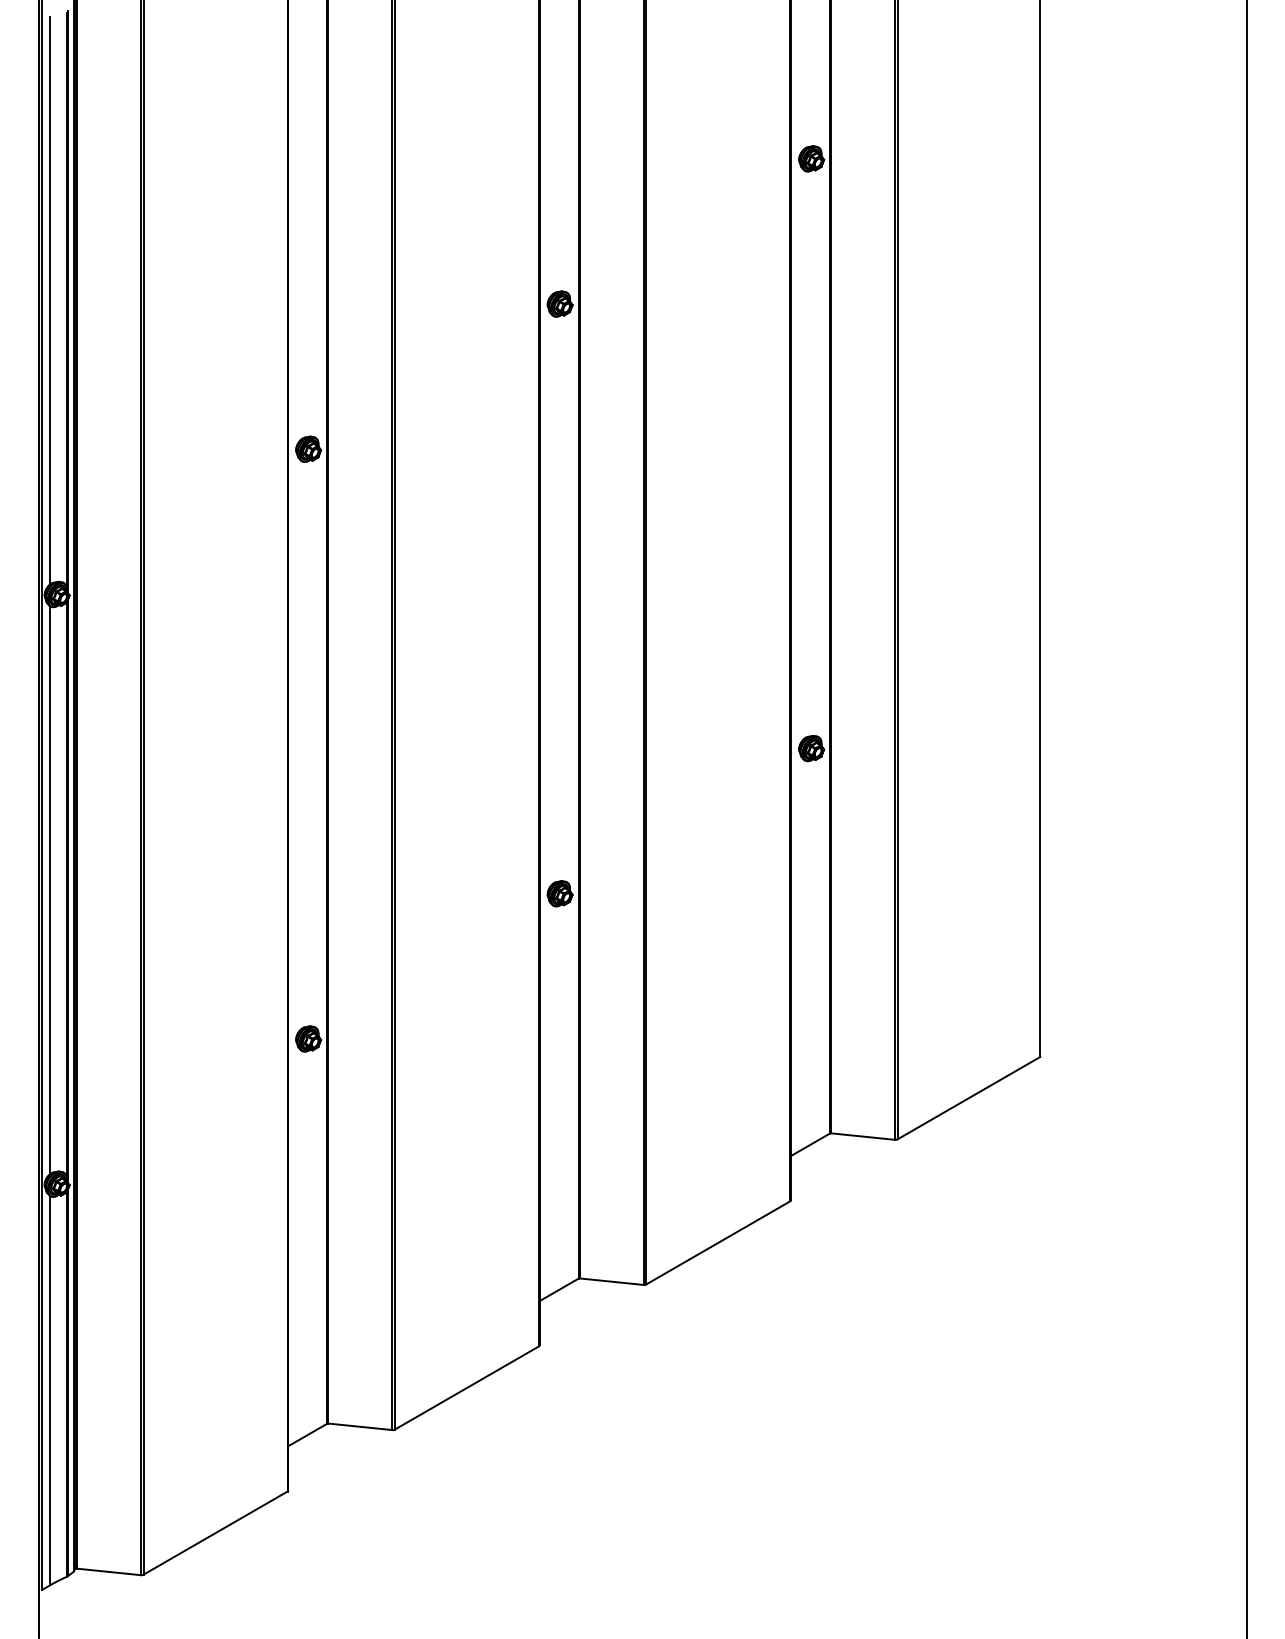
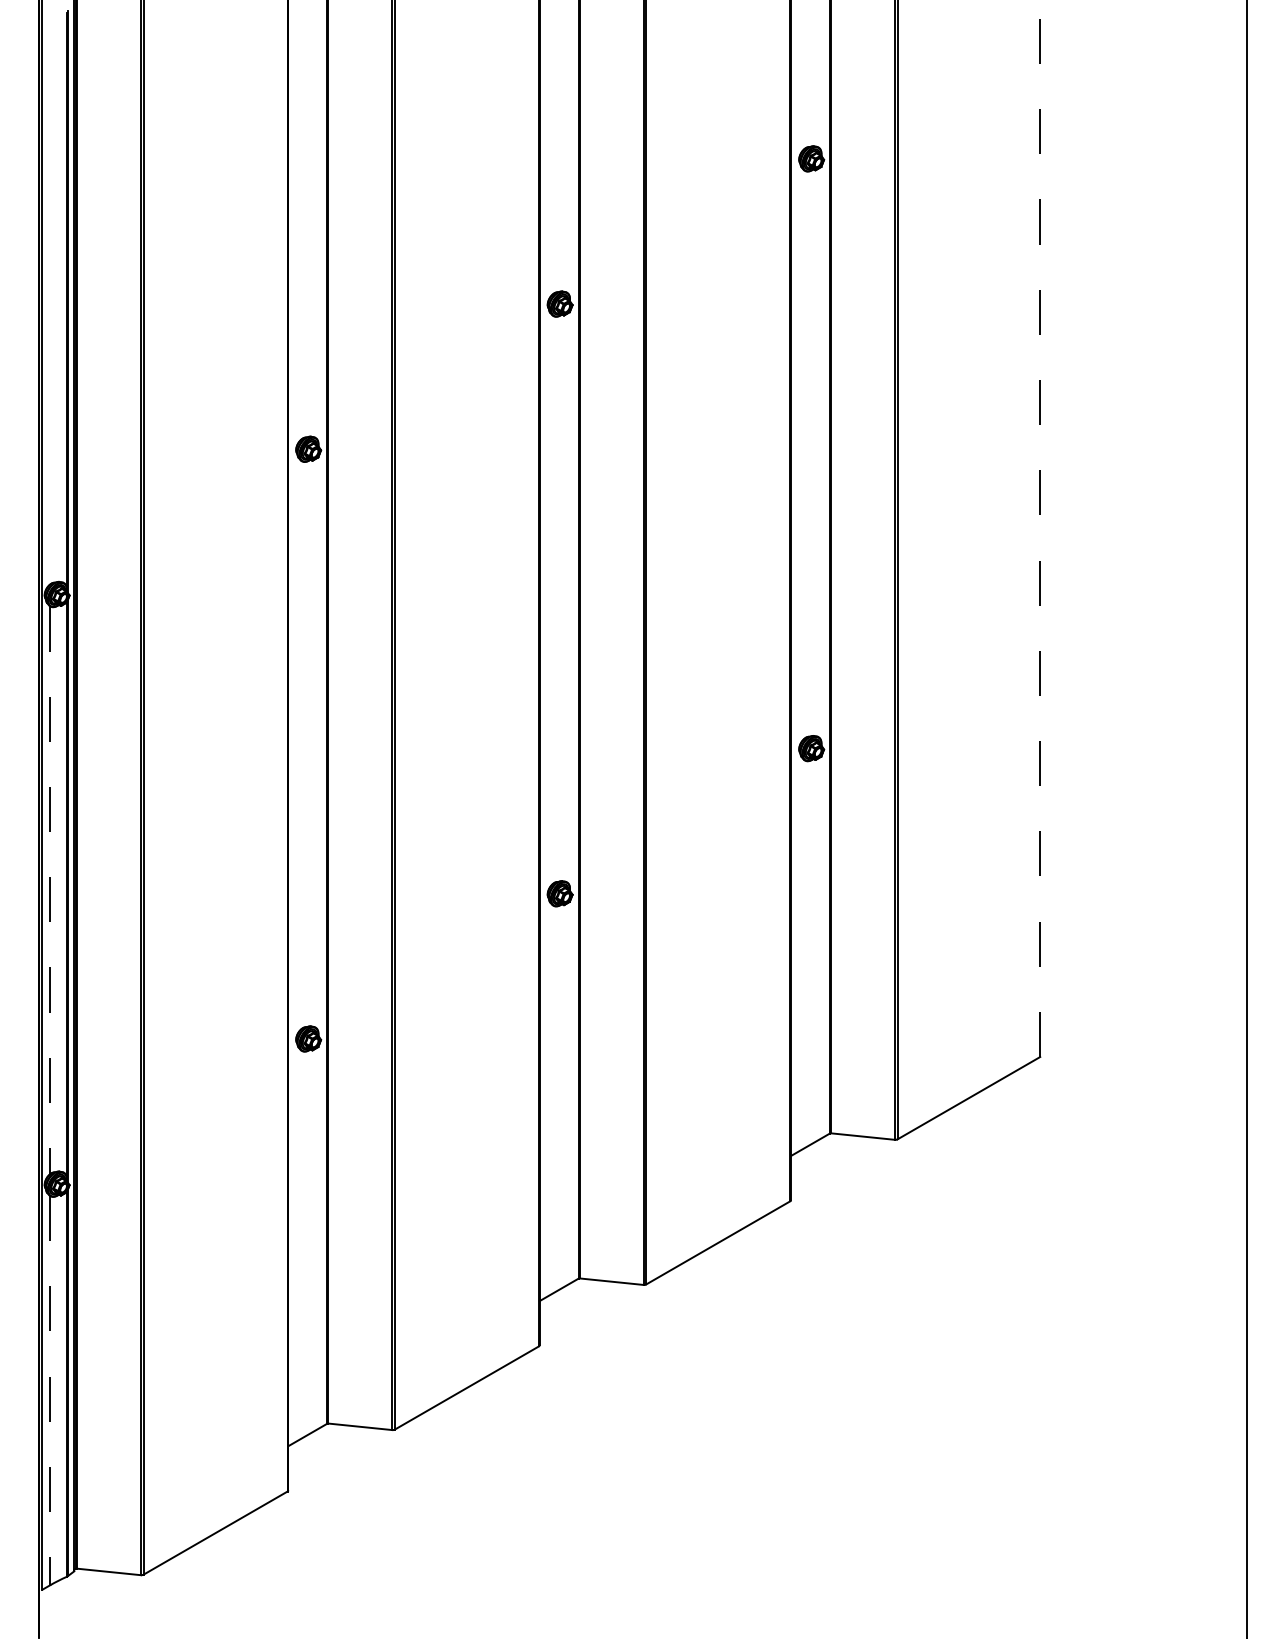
line at (50, 300): present -> none
line at (1040, 528): solid -> dashed
line at (50, 890): solid -> dashed
line at (50, 1390): solid -> dashed
